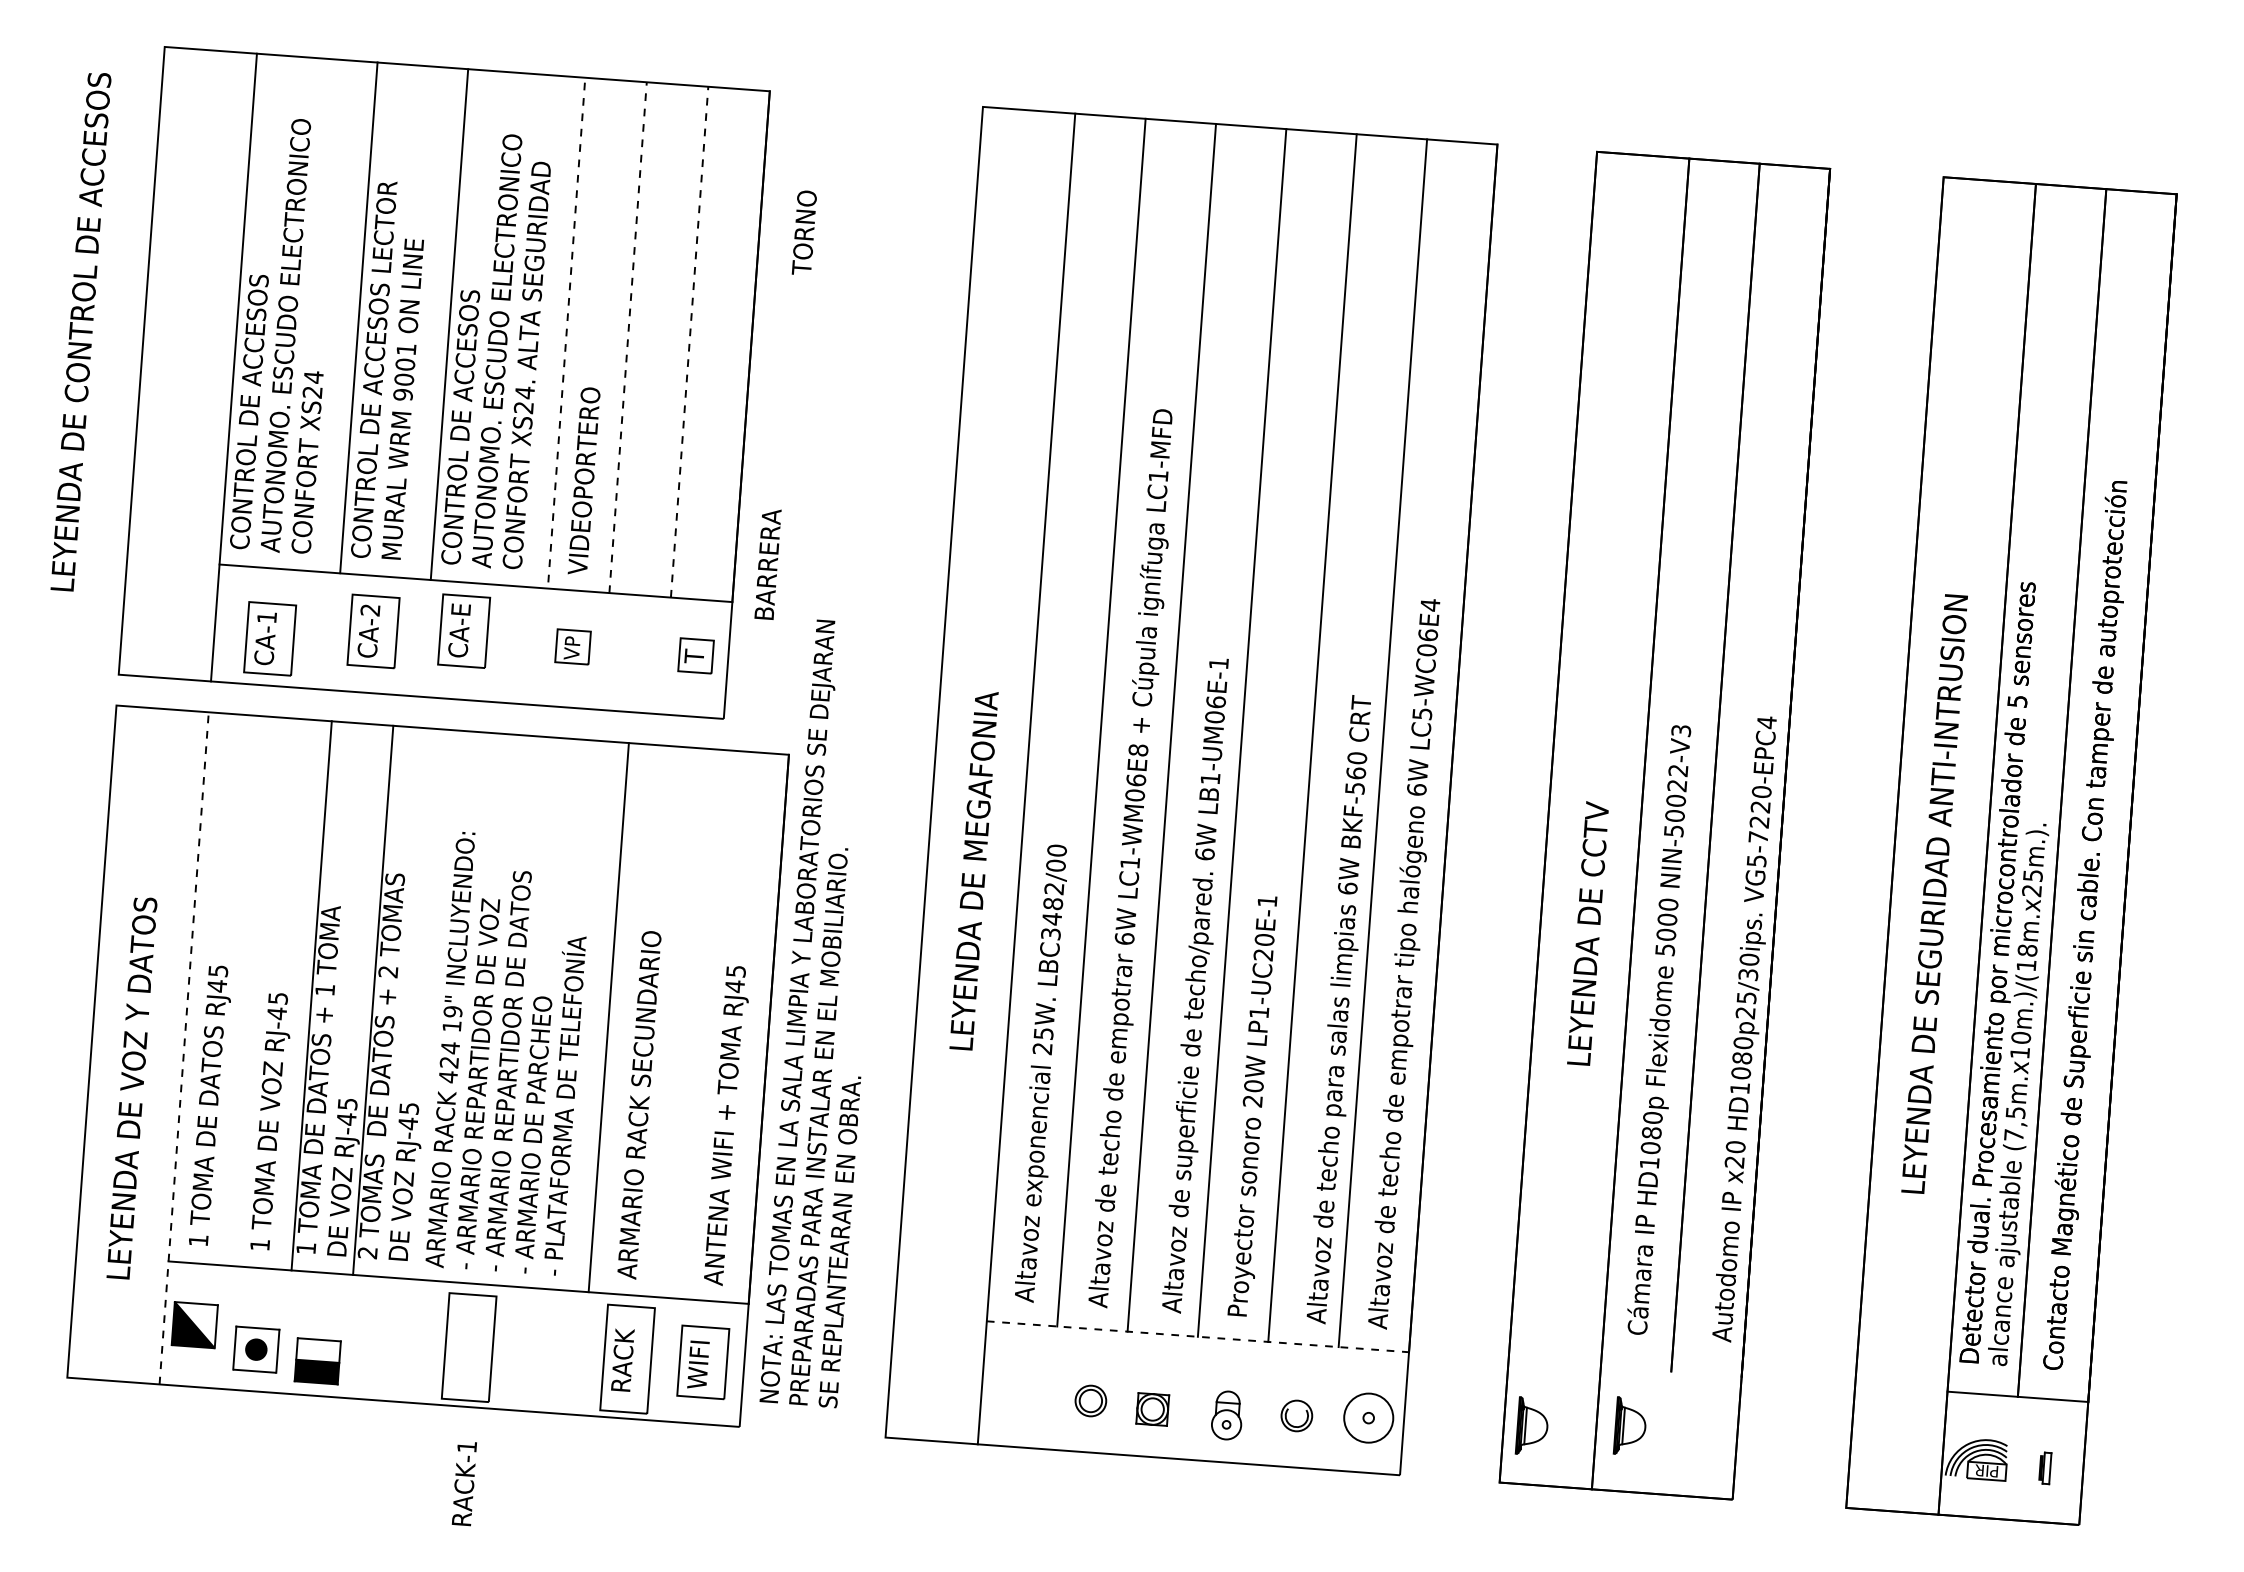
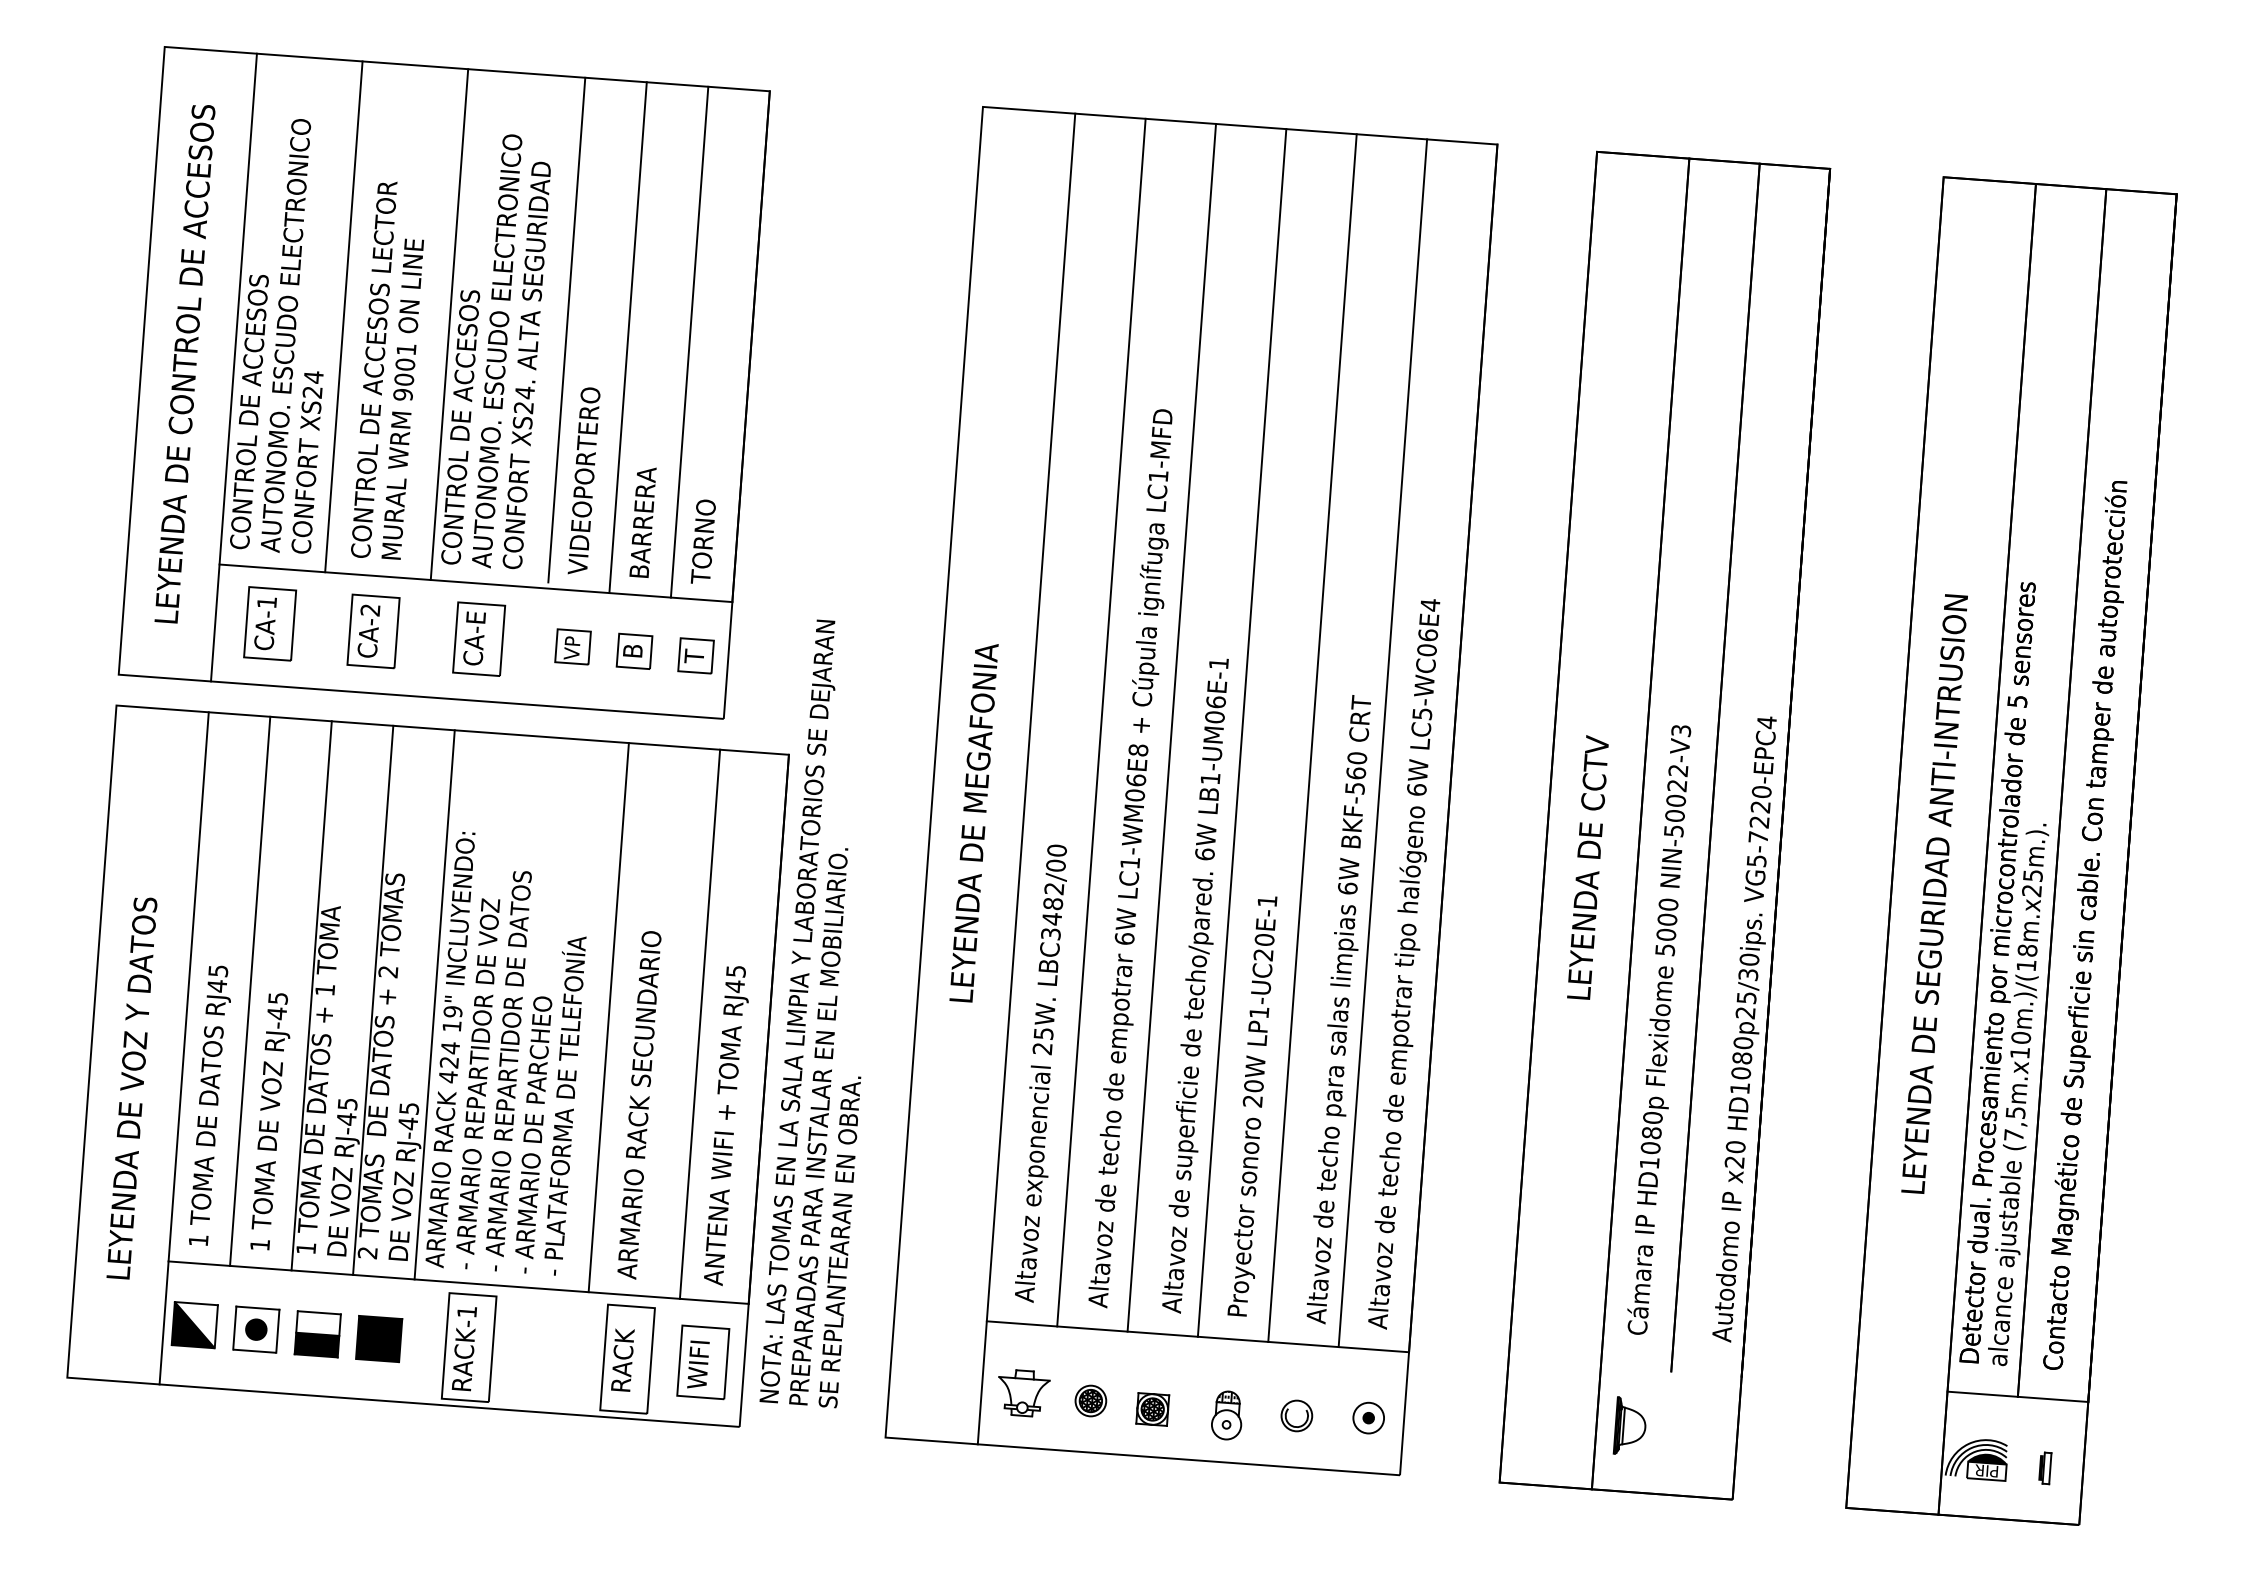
text at (803, 232) position: (803, 232) -> (702, 541)
line at (358, 317) position: (358, 317) -> (343, 316)
line at (566, 330): dashed -> solid
text at (80, 332) position: (80, 332) -> (184, 364)
line at (628, 337): dashed -> solid
line at (689, 341): dashed -> solid
text at (767, 564) position: (767, 564) -> (642, 522)
part at (464, 630) position: (464, 630) -> (479, 638)
part at (270, 638) position: (270, 638) -> (270, 623)
part at (634, 650): none -> present
text at (973, 871) position: (973, 871) -> (973, 823)
text at (1587, 933) position: (1587, 933) -> (1587, 867)
line at (250, 990): none -> present
line at (434, 1004): none -> present
line at (699, 1023): none -> present
line at (184, 1048): dashed -> solid
line at (1197, 1336): dashed -> solid
part at (379, 1339): none -> present
part at (256, 1349) position: (256, 1349) -> (256, 1329)
part at (317, 1361) position: (317, 1361) -> (317, 1334)
part at (1024, 1393): none -> present
hatch at (1228, 1397): none -> present
hatch at (1090, 1400): none -> present
hatch at (1152, 1409): none -> present
circle at (1368, 1417) diameter: 49 px -> 31 px
fill at (1368, 1417): none -> present
part at (1531, 1425): present -> none
fill at (1987, 1459): none -> present
text at (463, 1484) position: (463, 1484) -> (463, 1349)
